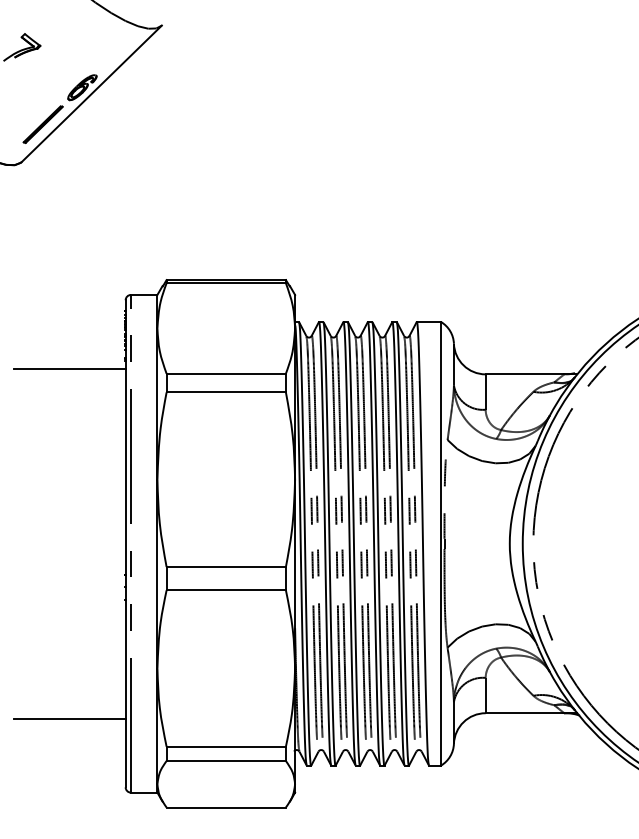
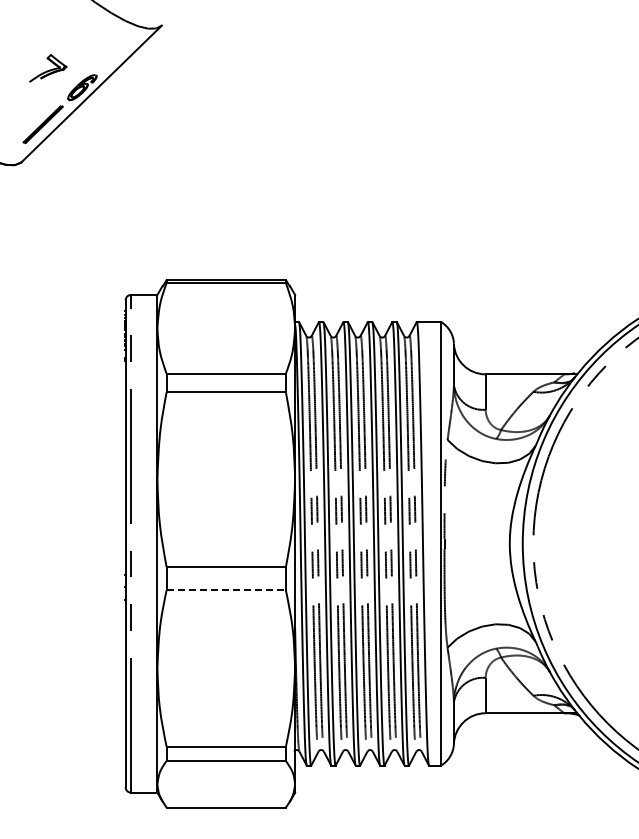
part at (22, 47) position: (22, 47) -> (48, 68)
line at (69, 369): present -> none
line at (226, 590): solid -> dashed
line at (69, 718): present -> none
